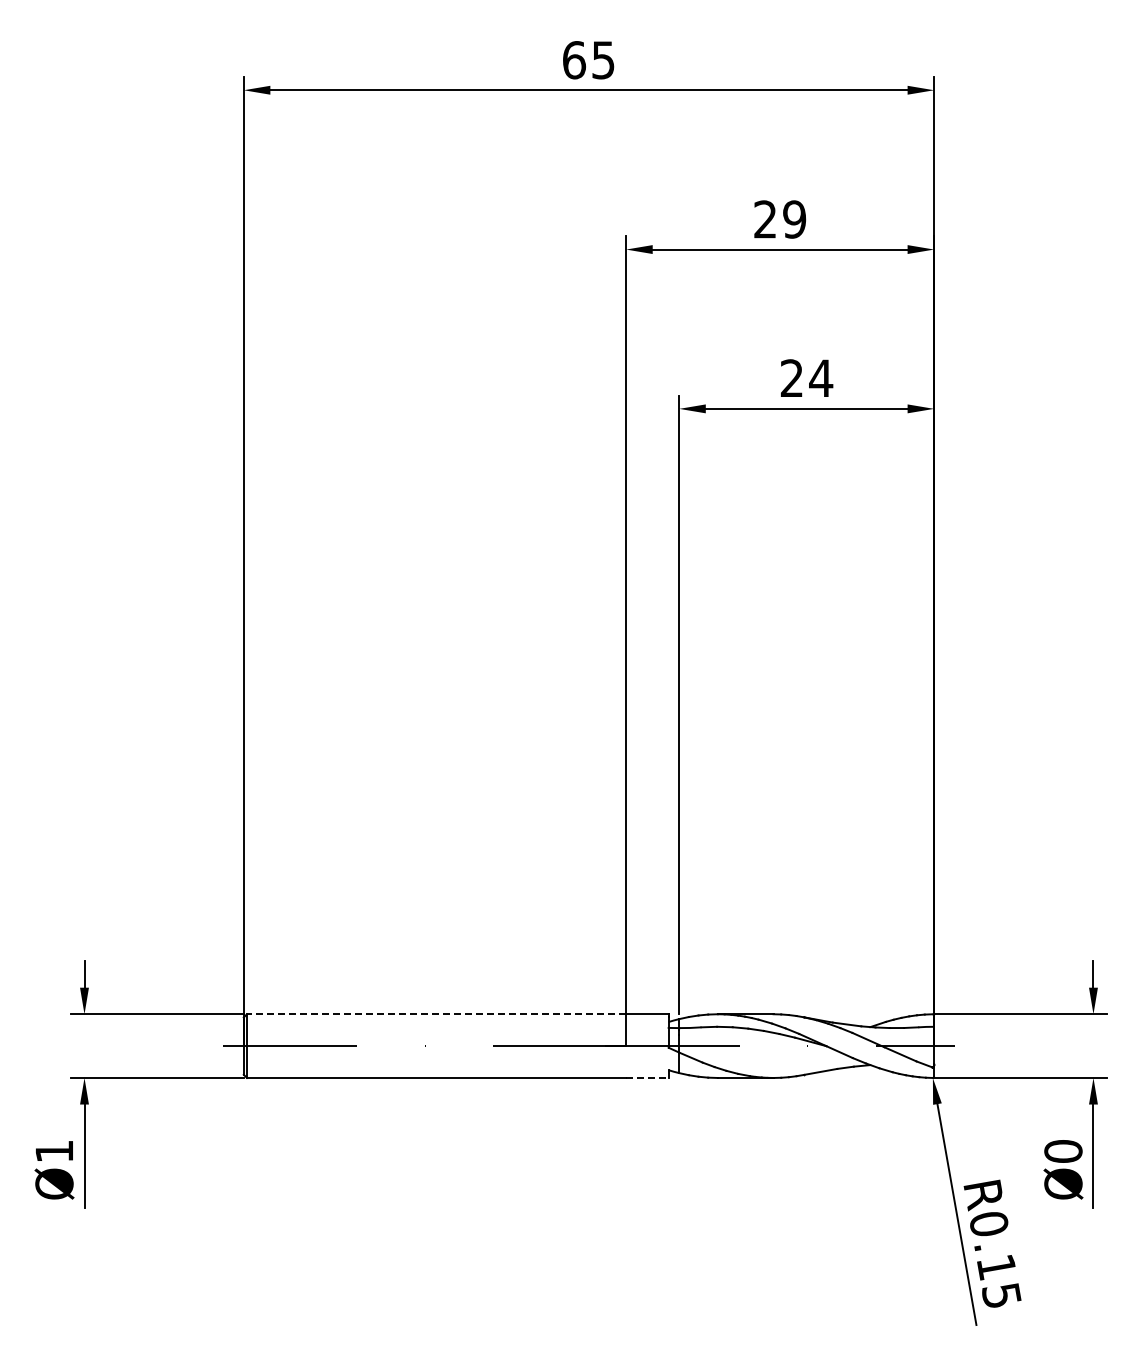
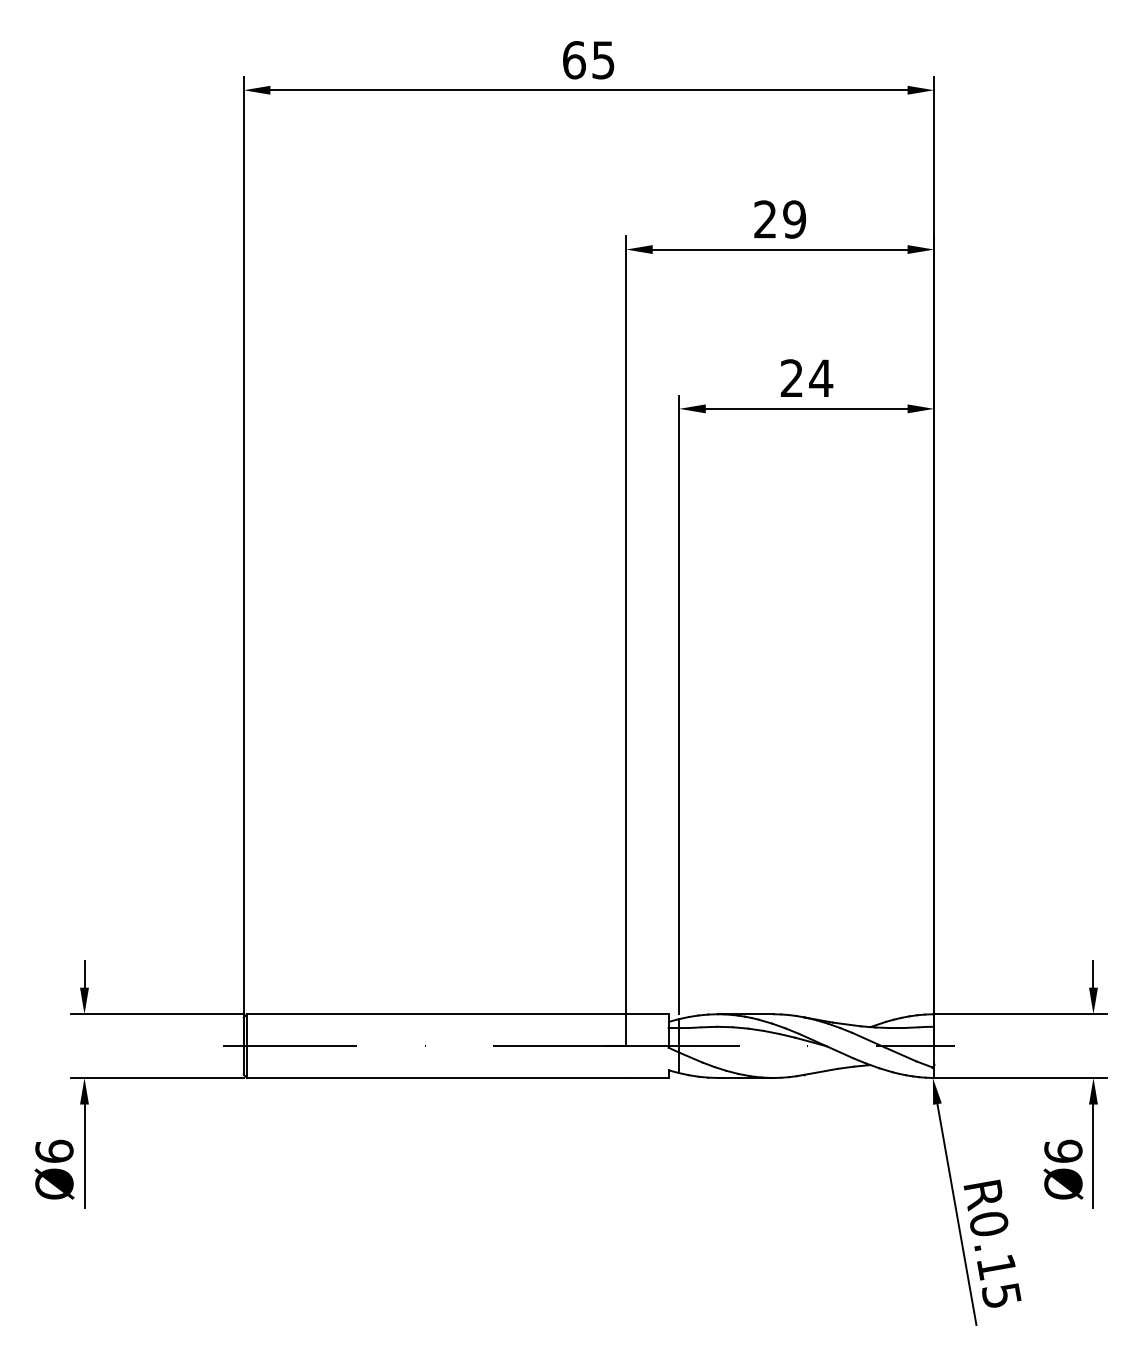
line at (436, 1014): dashed -> solid
line at (647, 1077): dashed -> solid
text at (54, 1150): Ø1 -> Ø6
text at (1063, 1150): Ø0 -> Ø6
